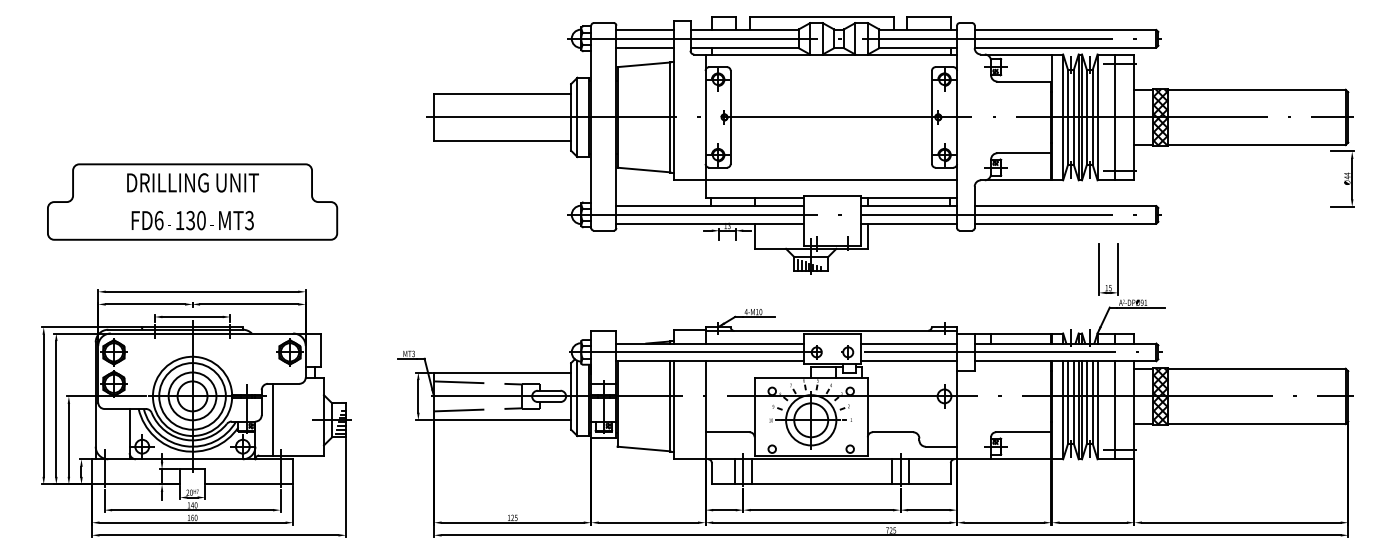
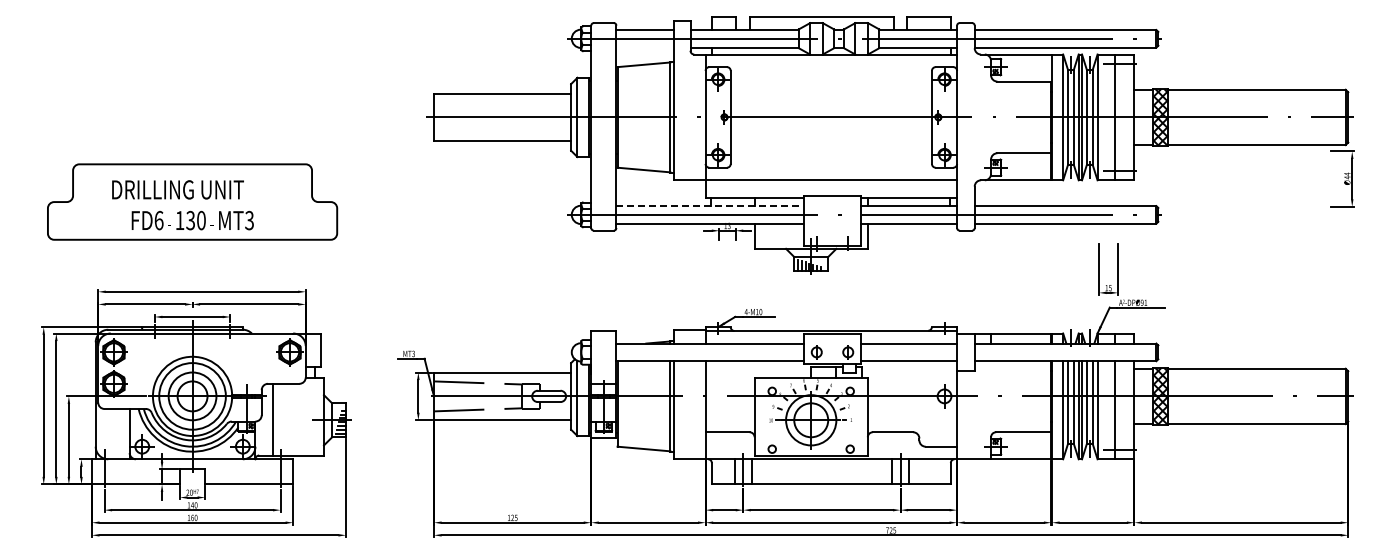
line at (645, 47): present -> none
text at (192, 182) position: (192, 182) -> (177, 189)
line at (710, 206): solid -> dashed
line at (865, 352): present -> none
